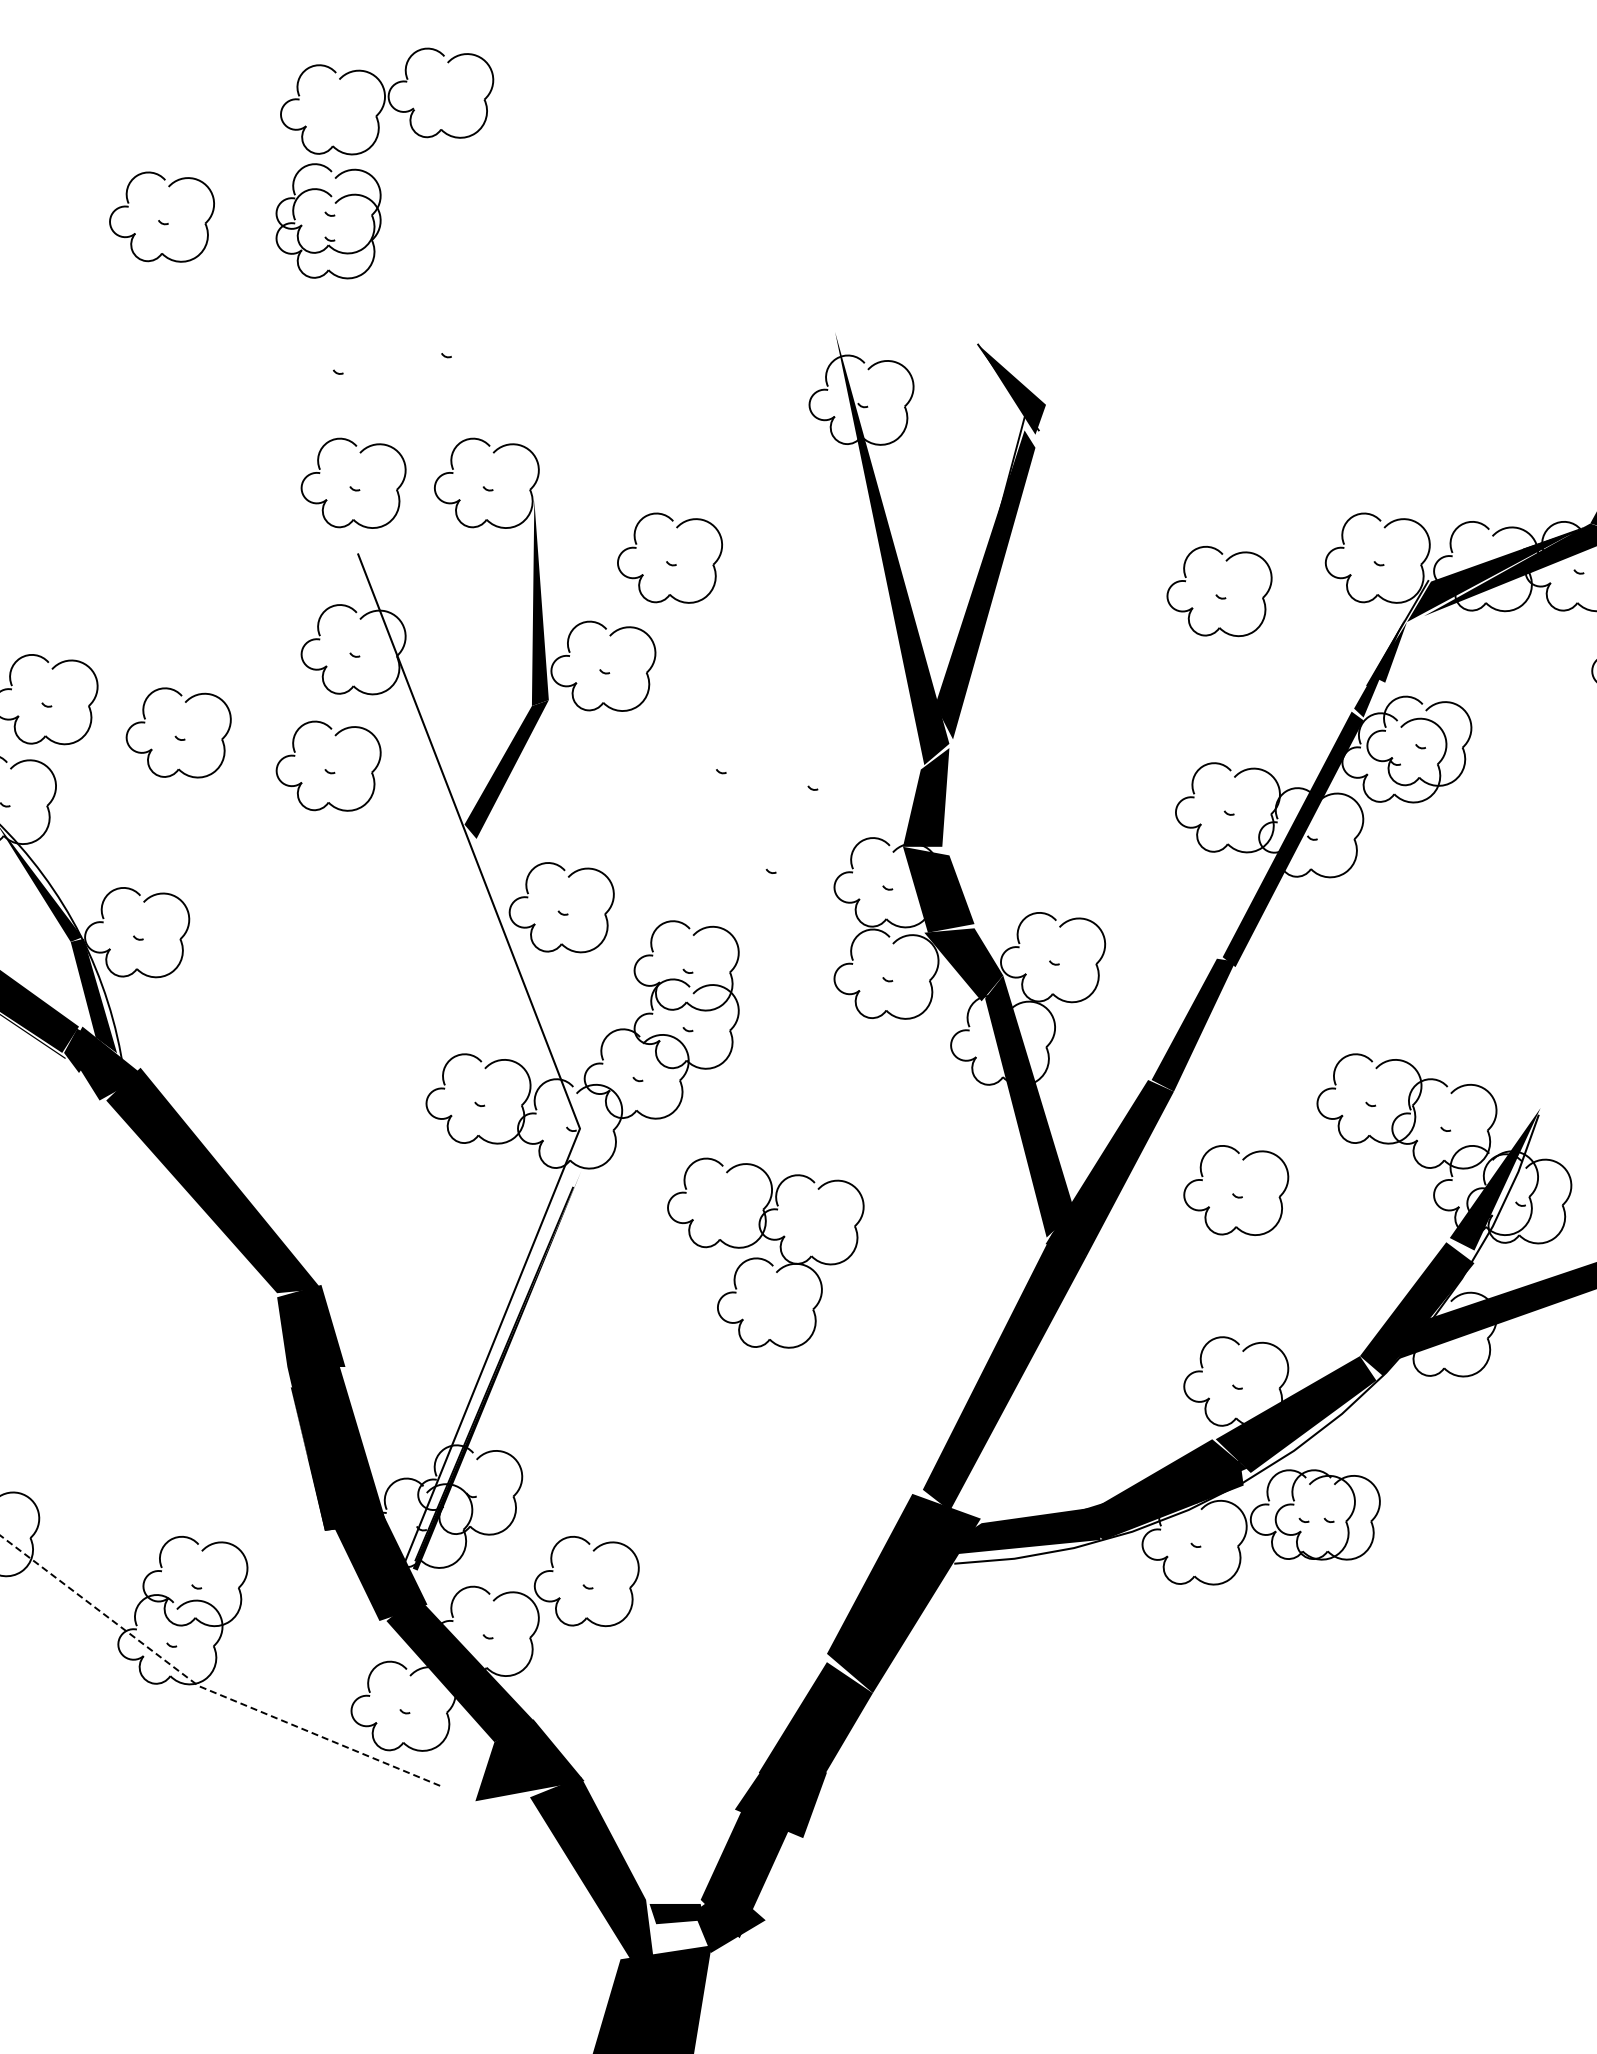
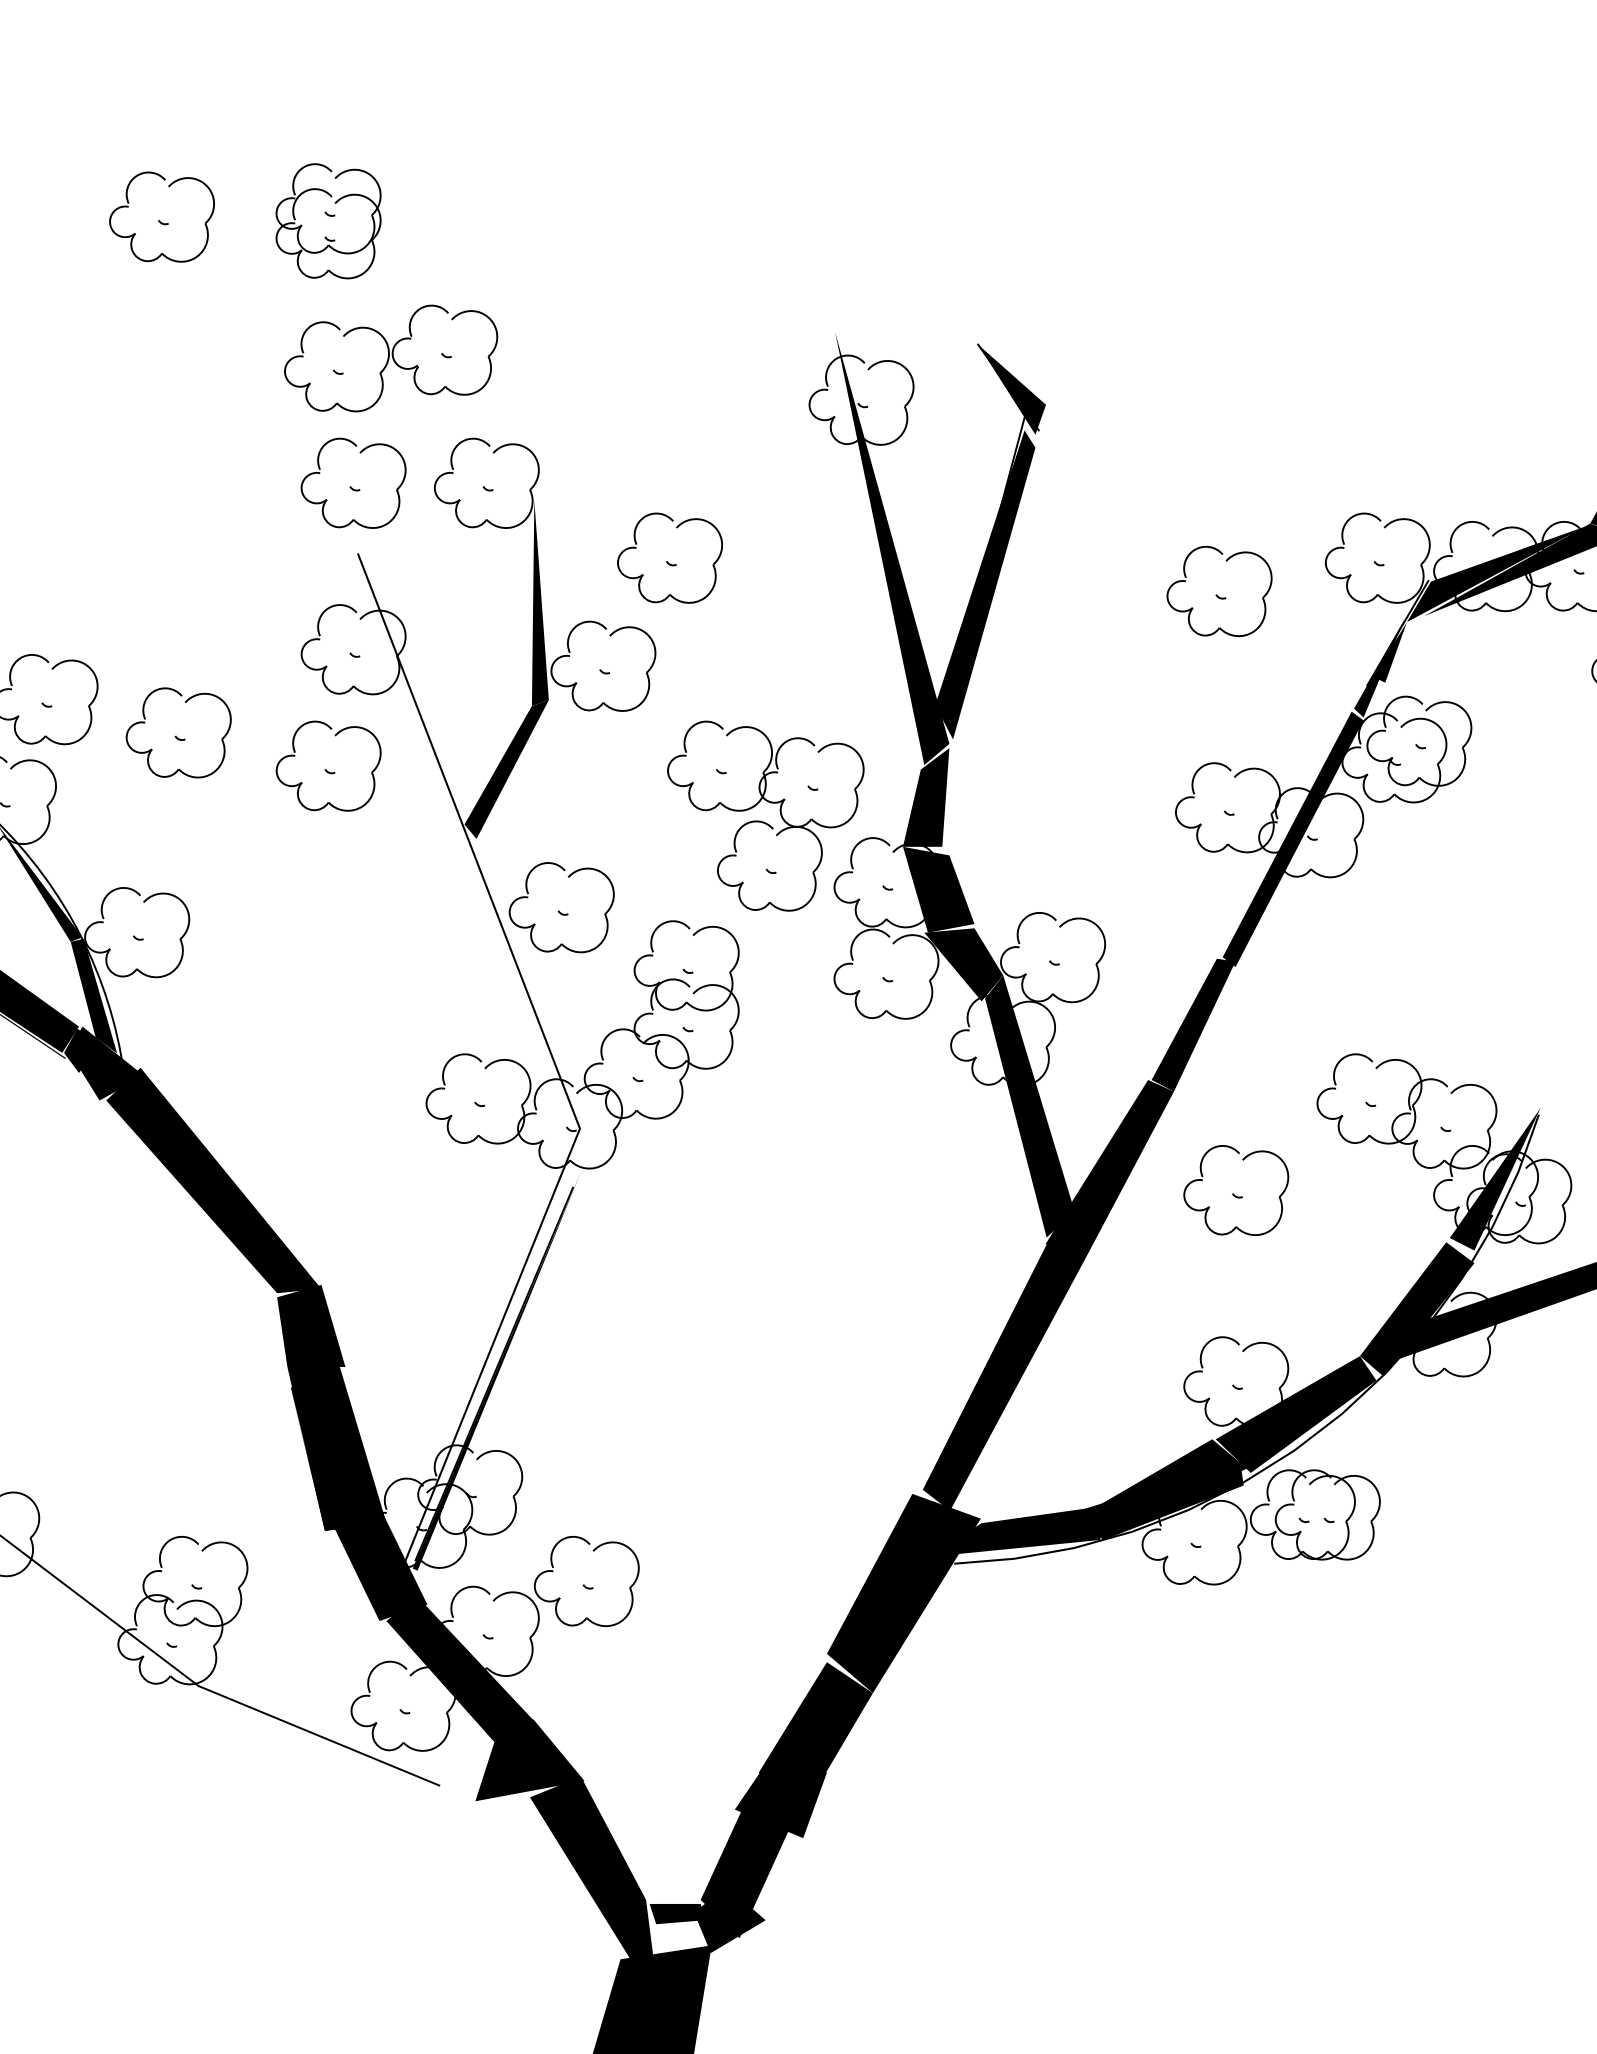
part at (387, 101) position: (387, 101) -> (391, 358)
part at (763, 1258) position: (763, 1258) -> (763, 821)
line at (204, 1688): dashed -> solid
